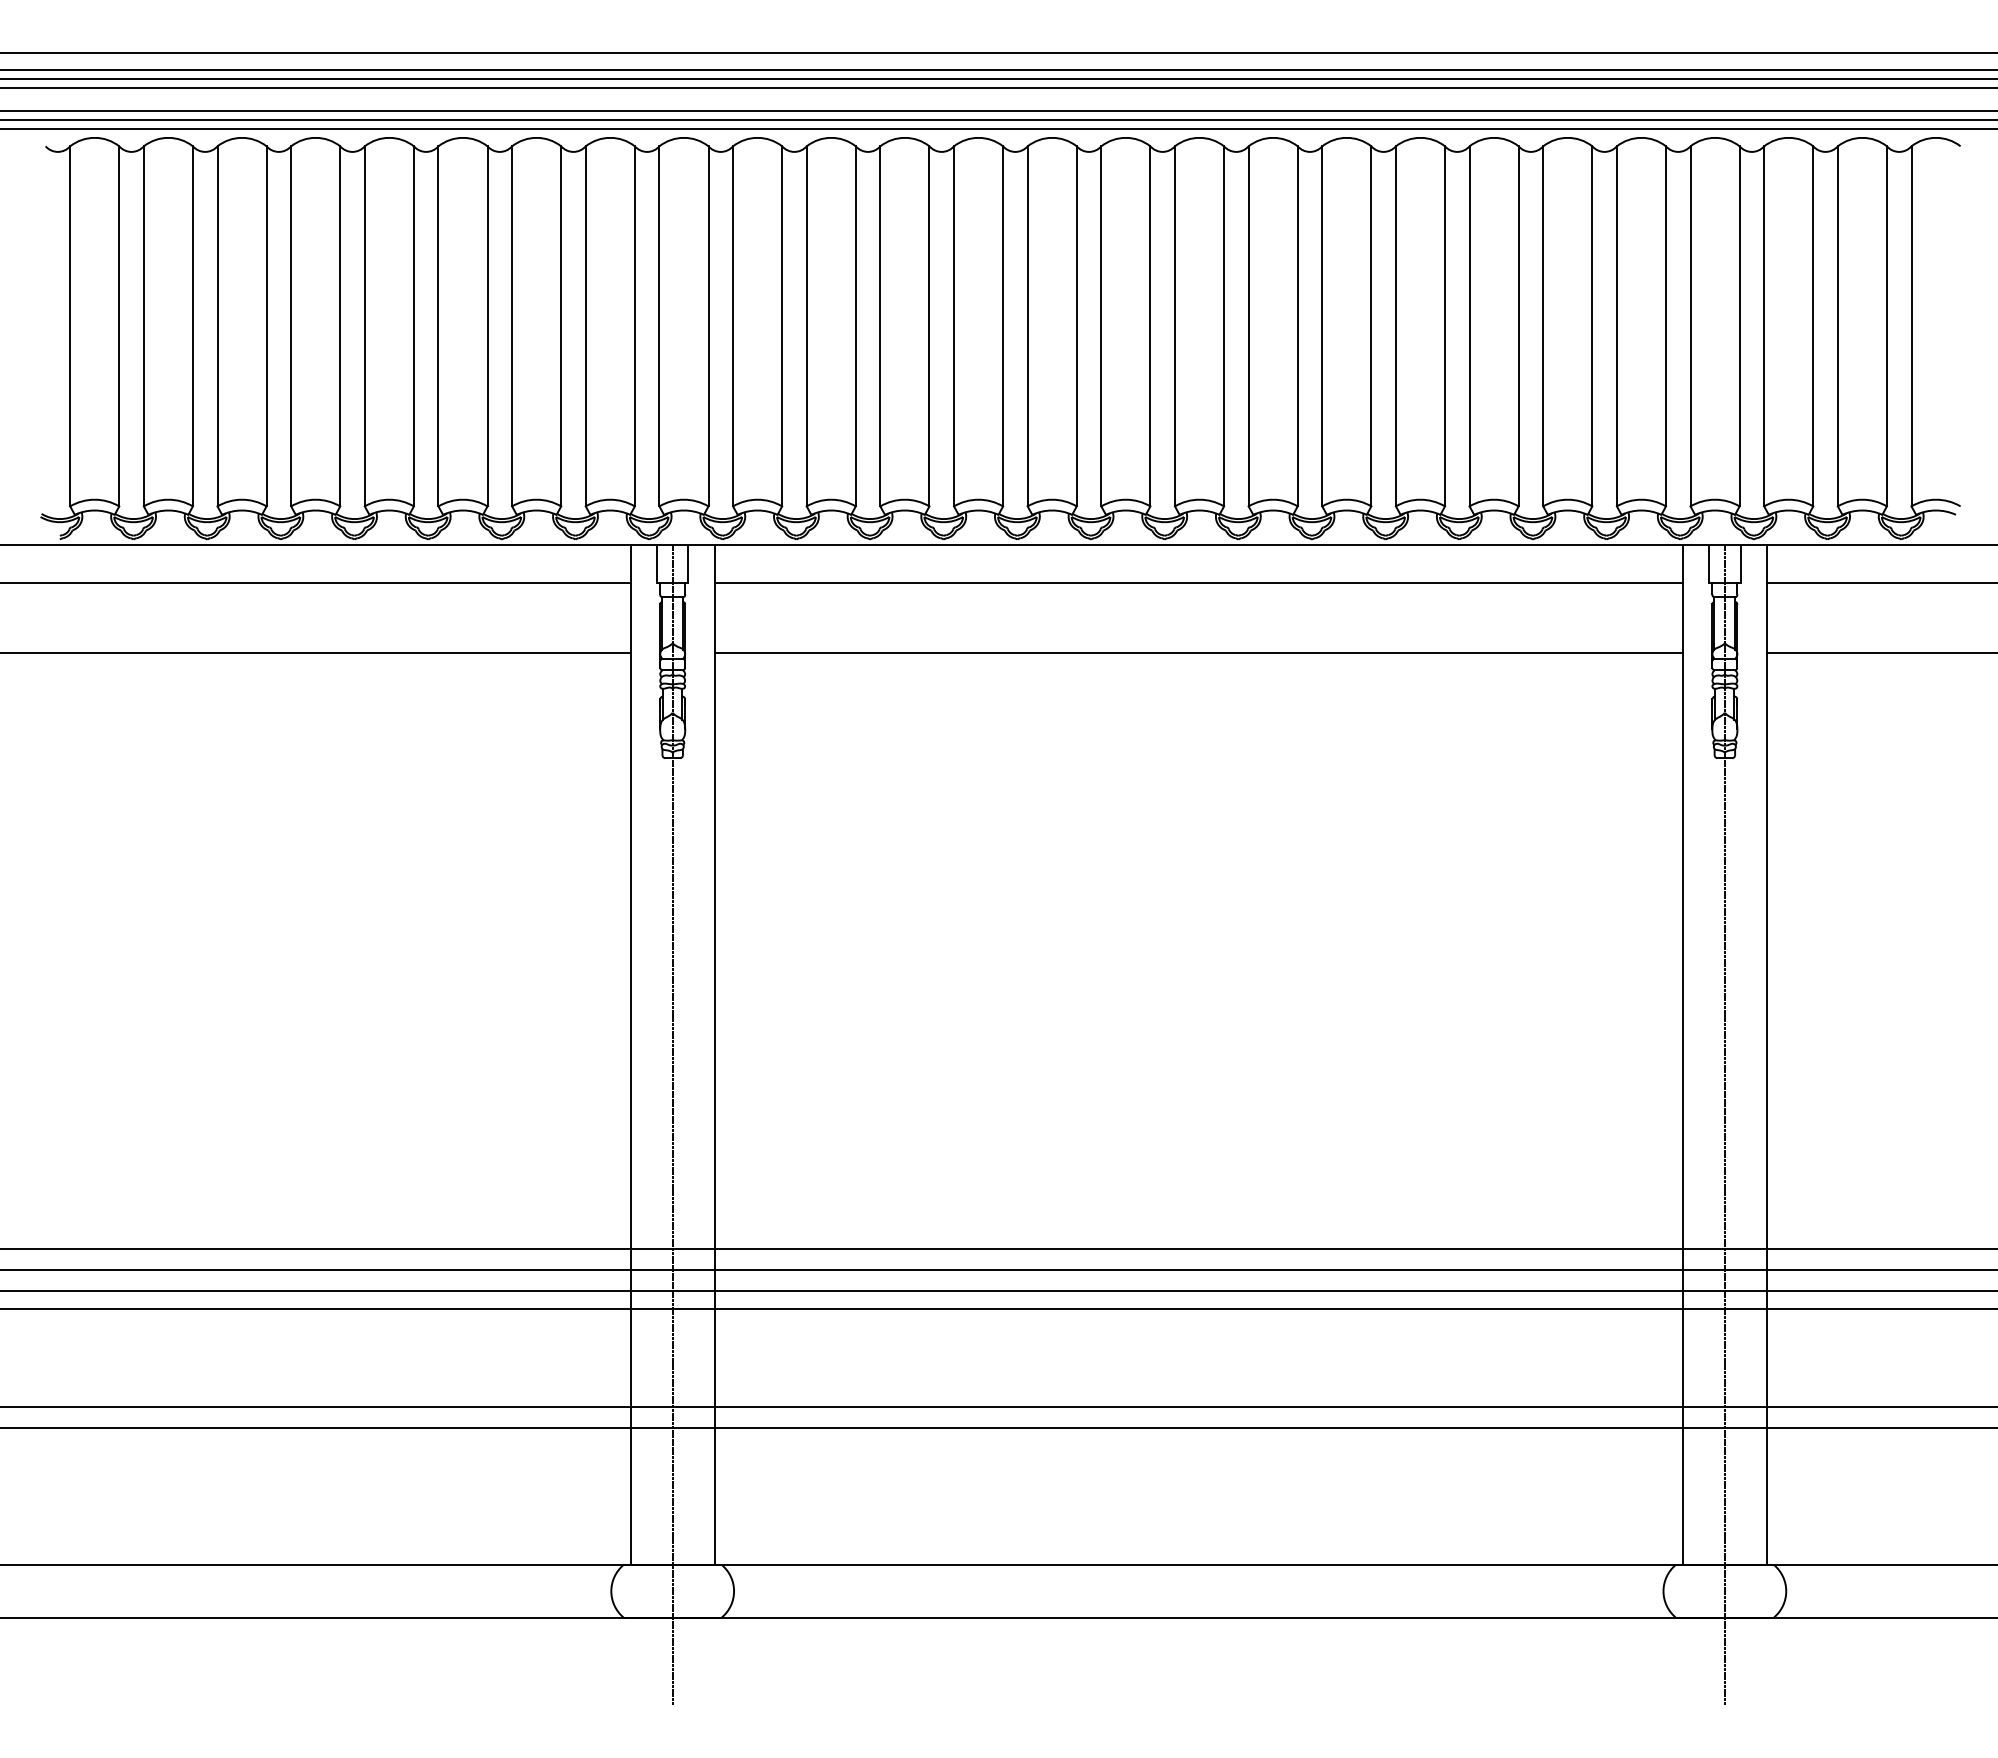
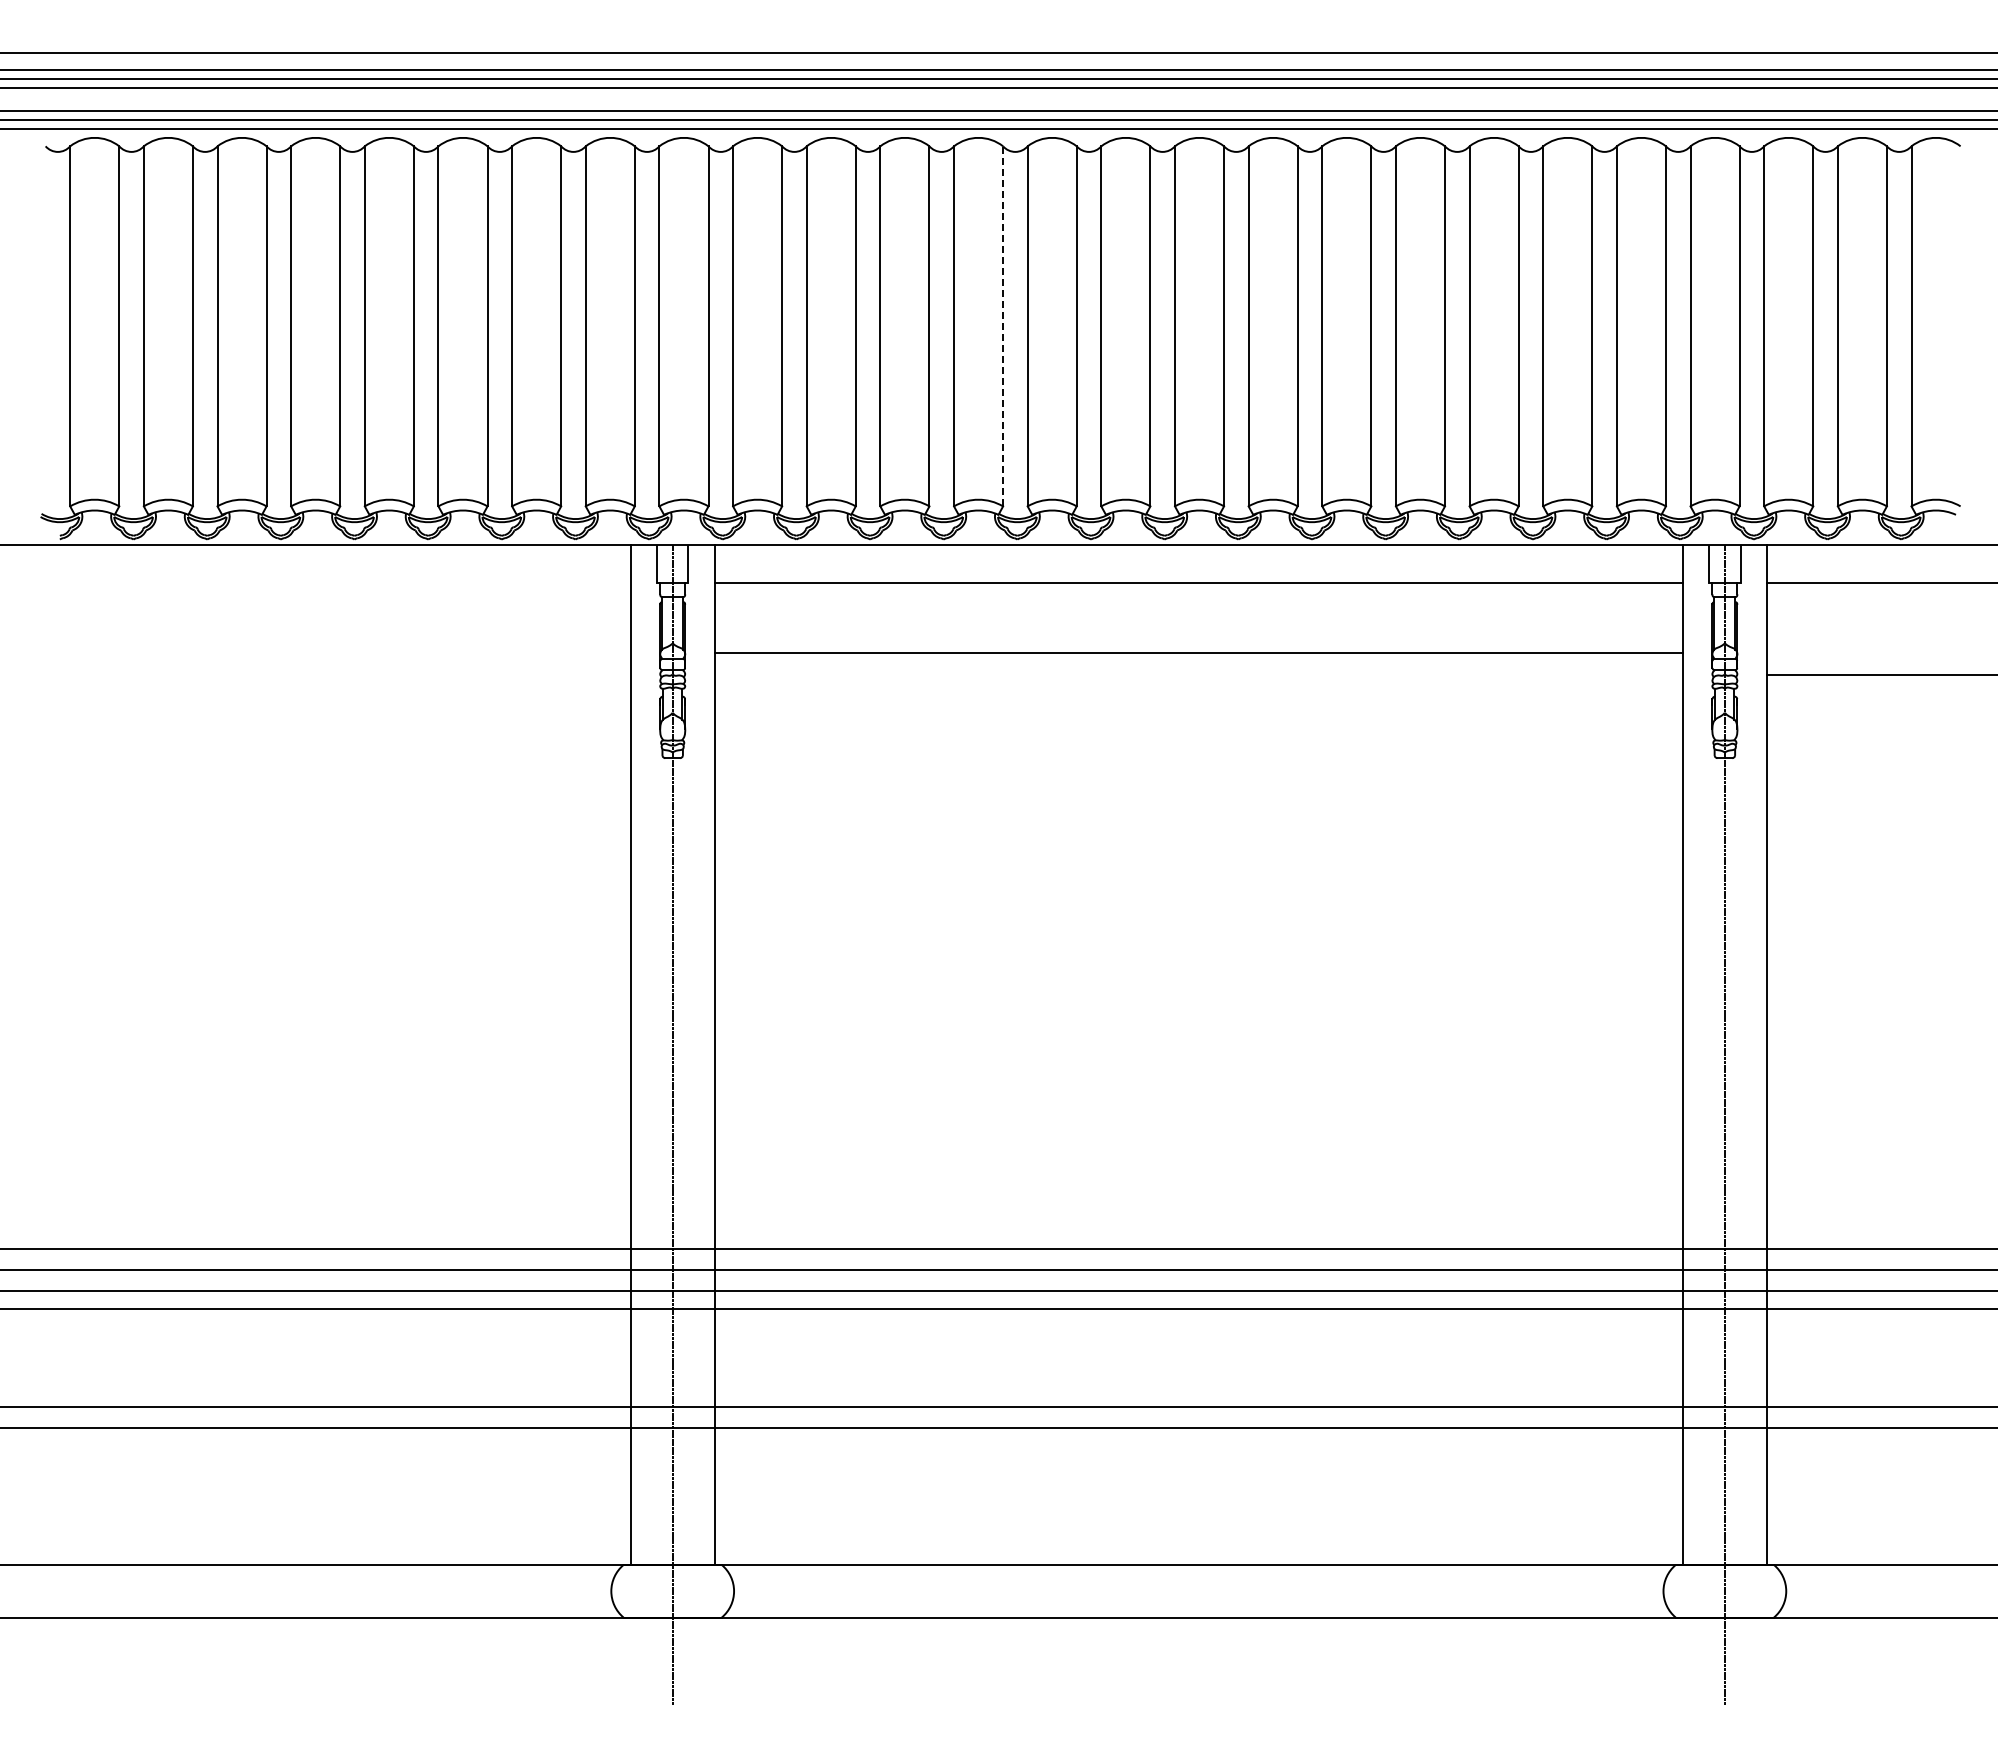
line at (1003, 325): solid -> dashed
line at (316, 582): present -> none
line at (316, 653): present -> none
line at (1880, 653) position: (1880, 653) -> (1880, 675)
